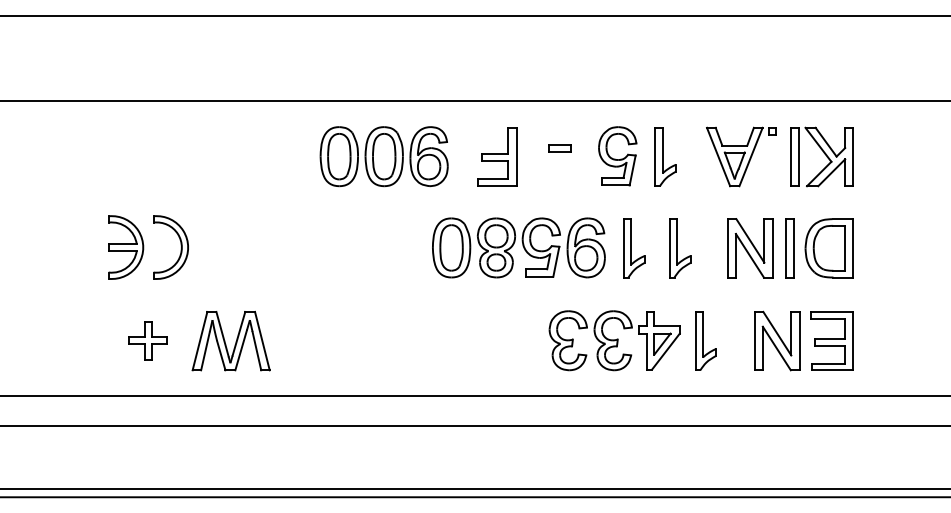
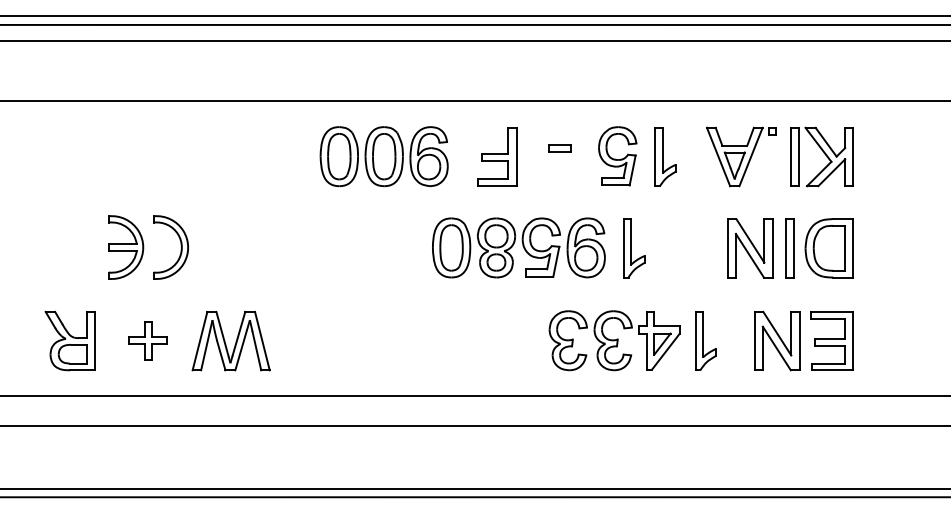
line at (474, 24): none -> present
line at (474, 41): none -> present
part at (680, 248): present -> none
part at (69, 340): none -> present
